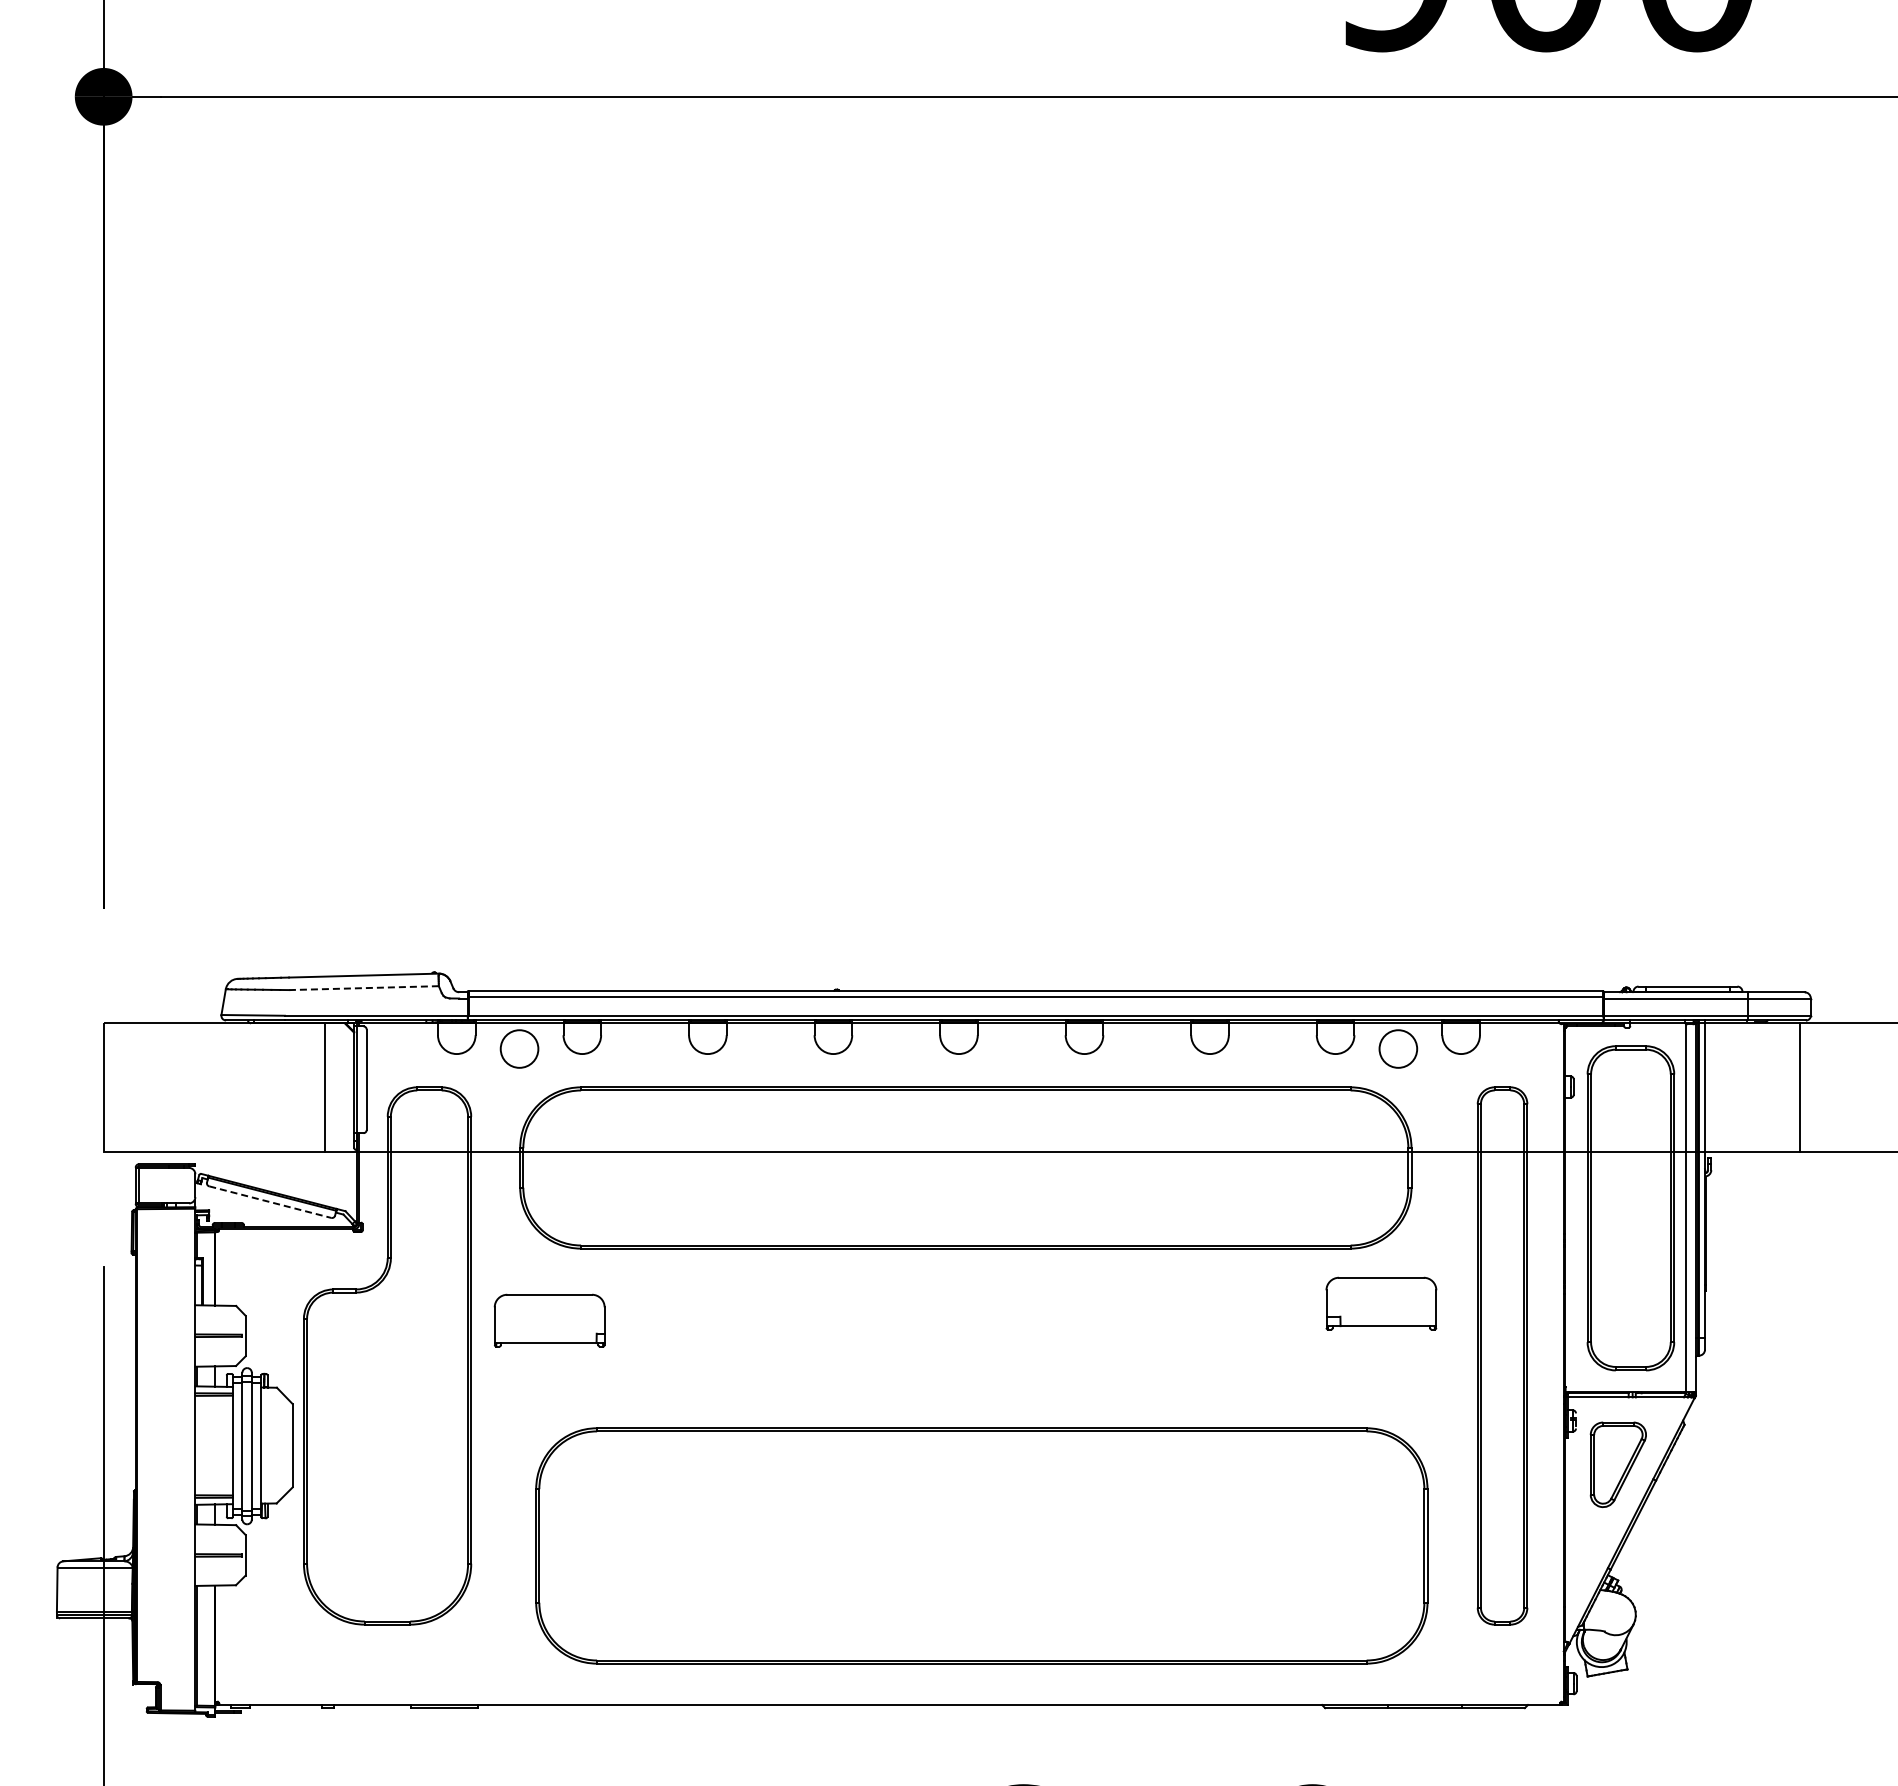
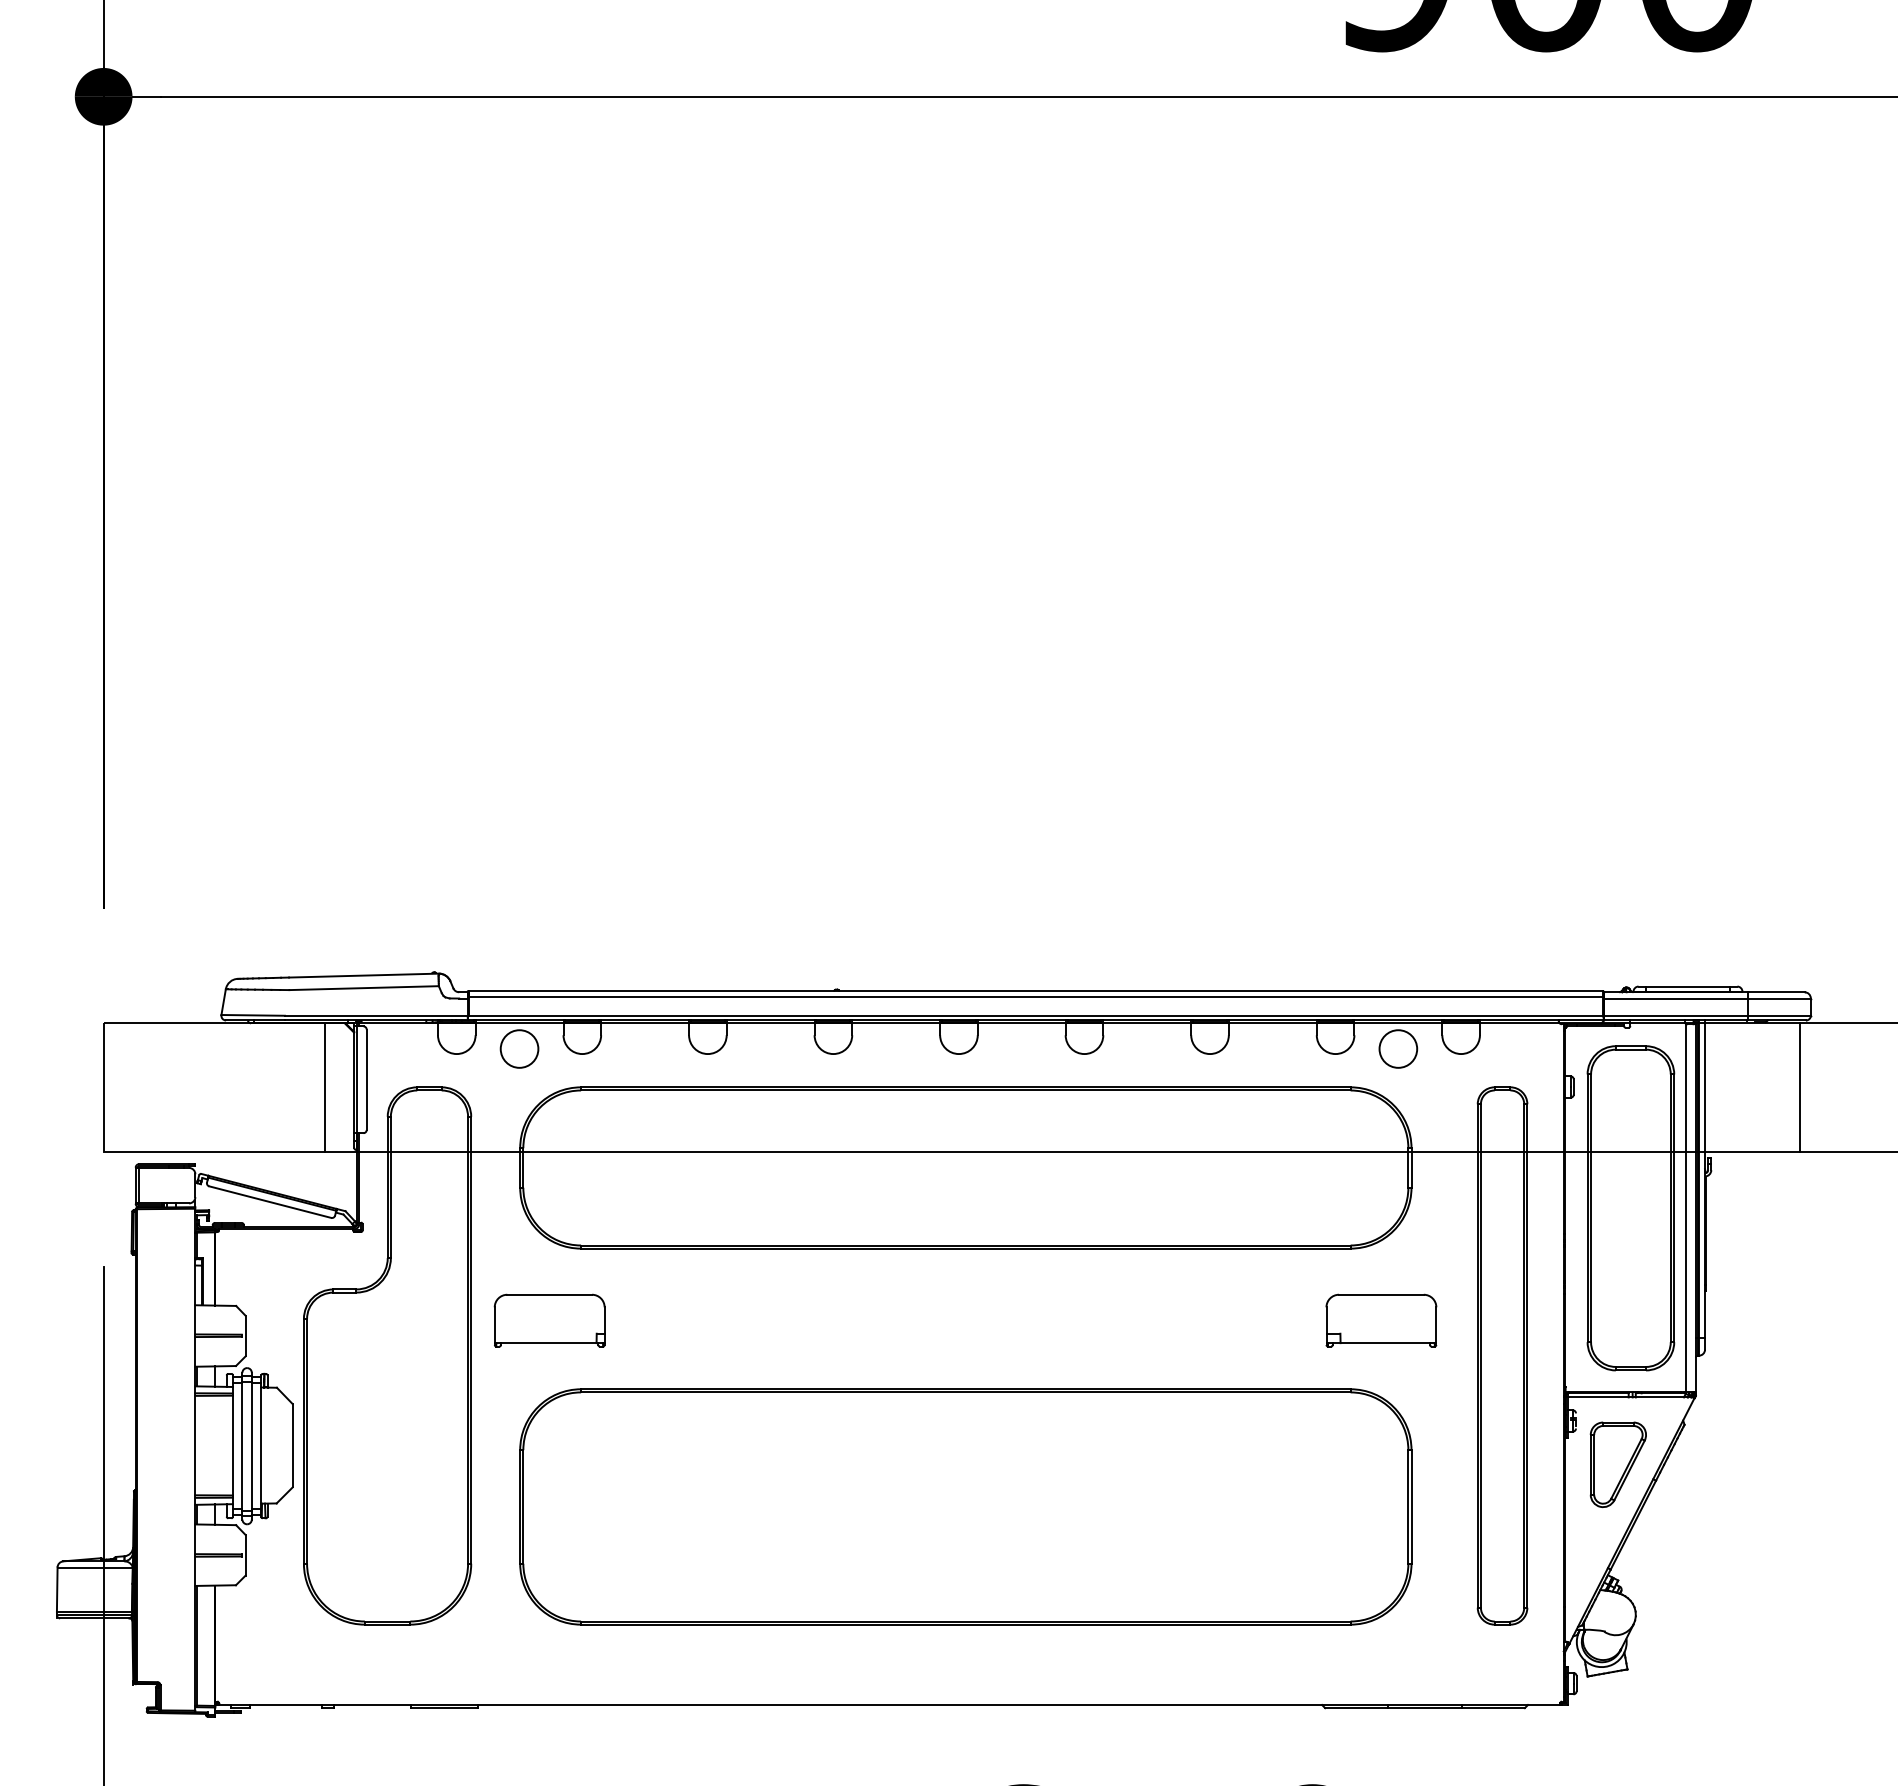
line at (364, 988): dashed -> solid
line at (270, 1202): dashed -> solid
part at (1381, 1303) position: (1381, 1303) -> (1381, 1320)
part at (981, 1545) position: (981, 1545) -> (965, 1506)
